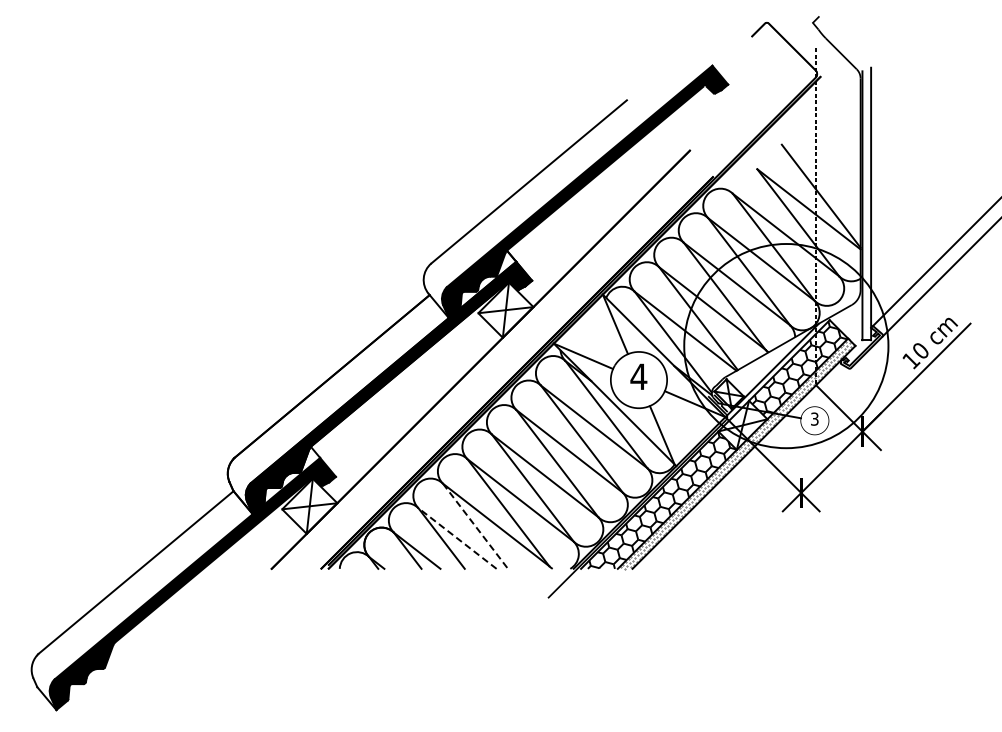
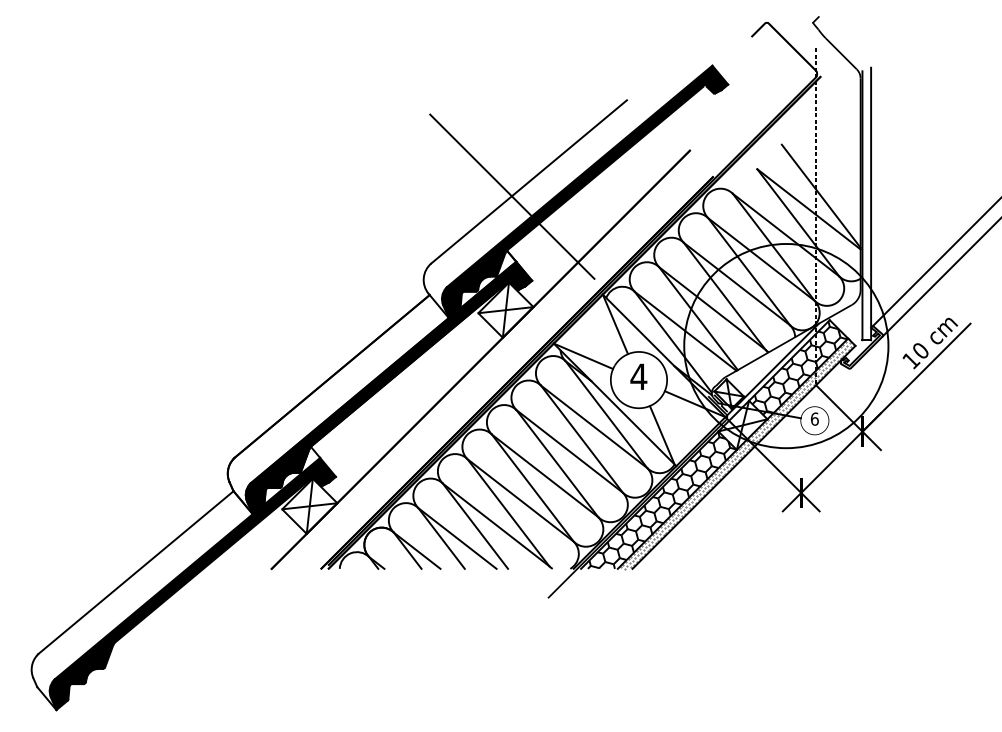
line at (512, 196): none -> present
text at (814, 418): 3 -> 6
line at (475, 526): dashed -> solid
line at (457, 538): dashed -> solid
